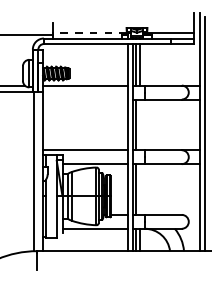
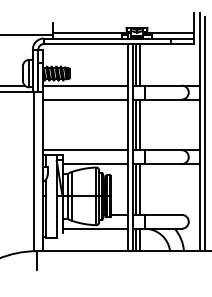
line at (90, 32): dashed -> solid
line at (85, 99): none -> present
line at (139, 124): none -> present
line at (139, 189): none -> present
